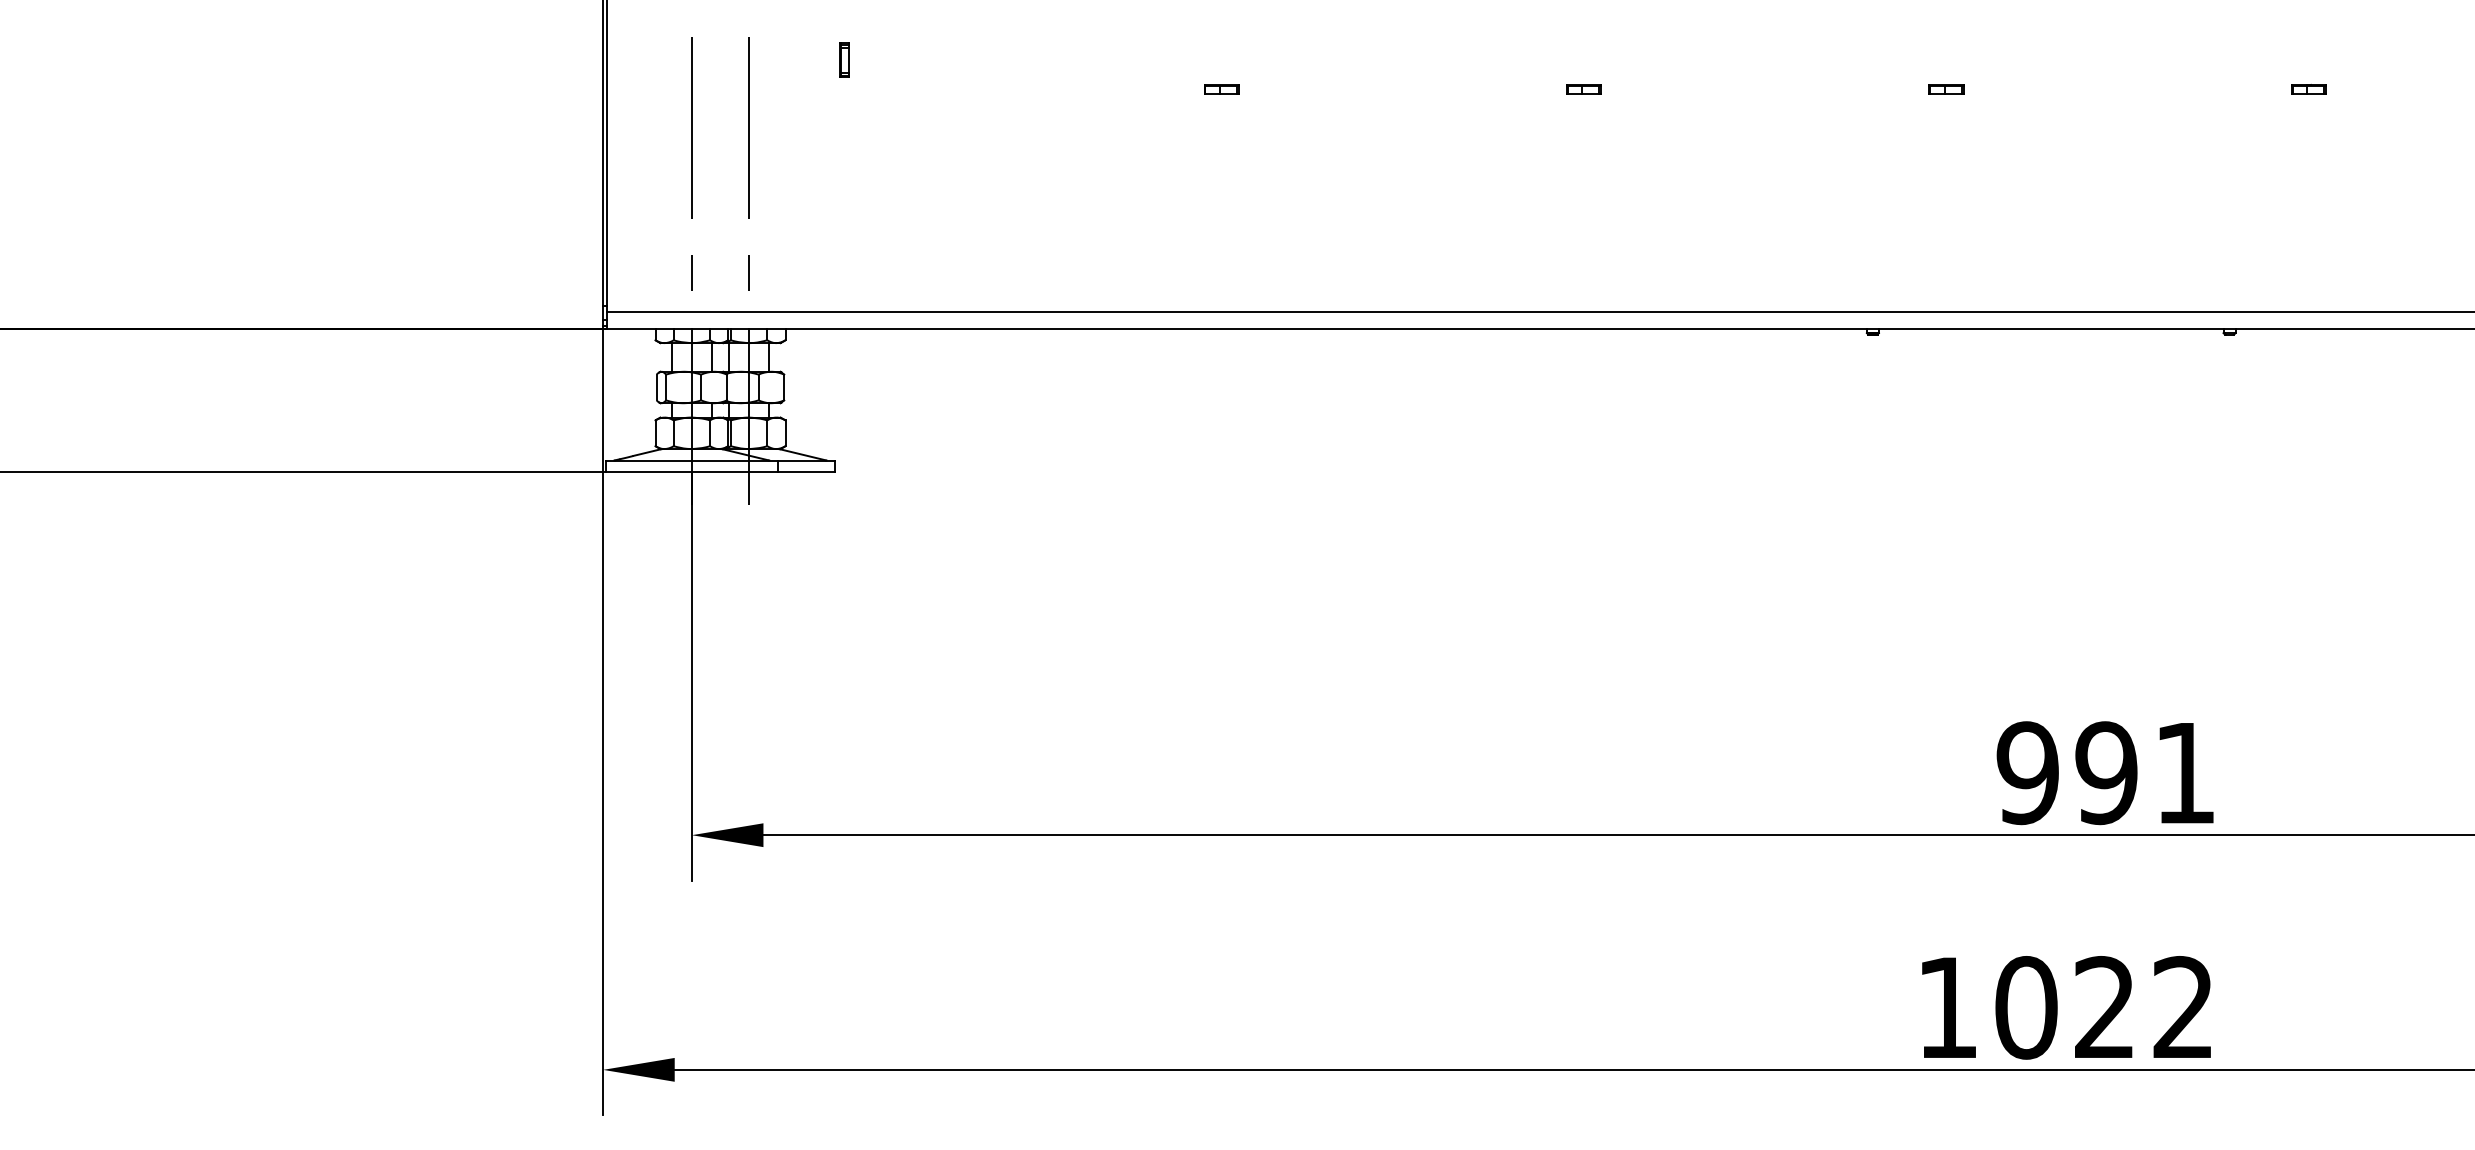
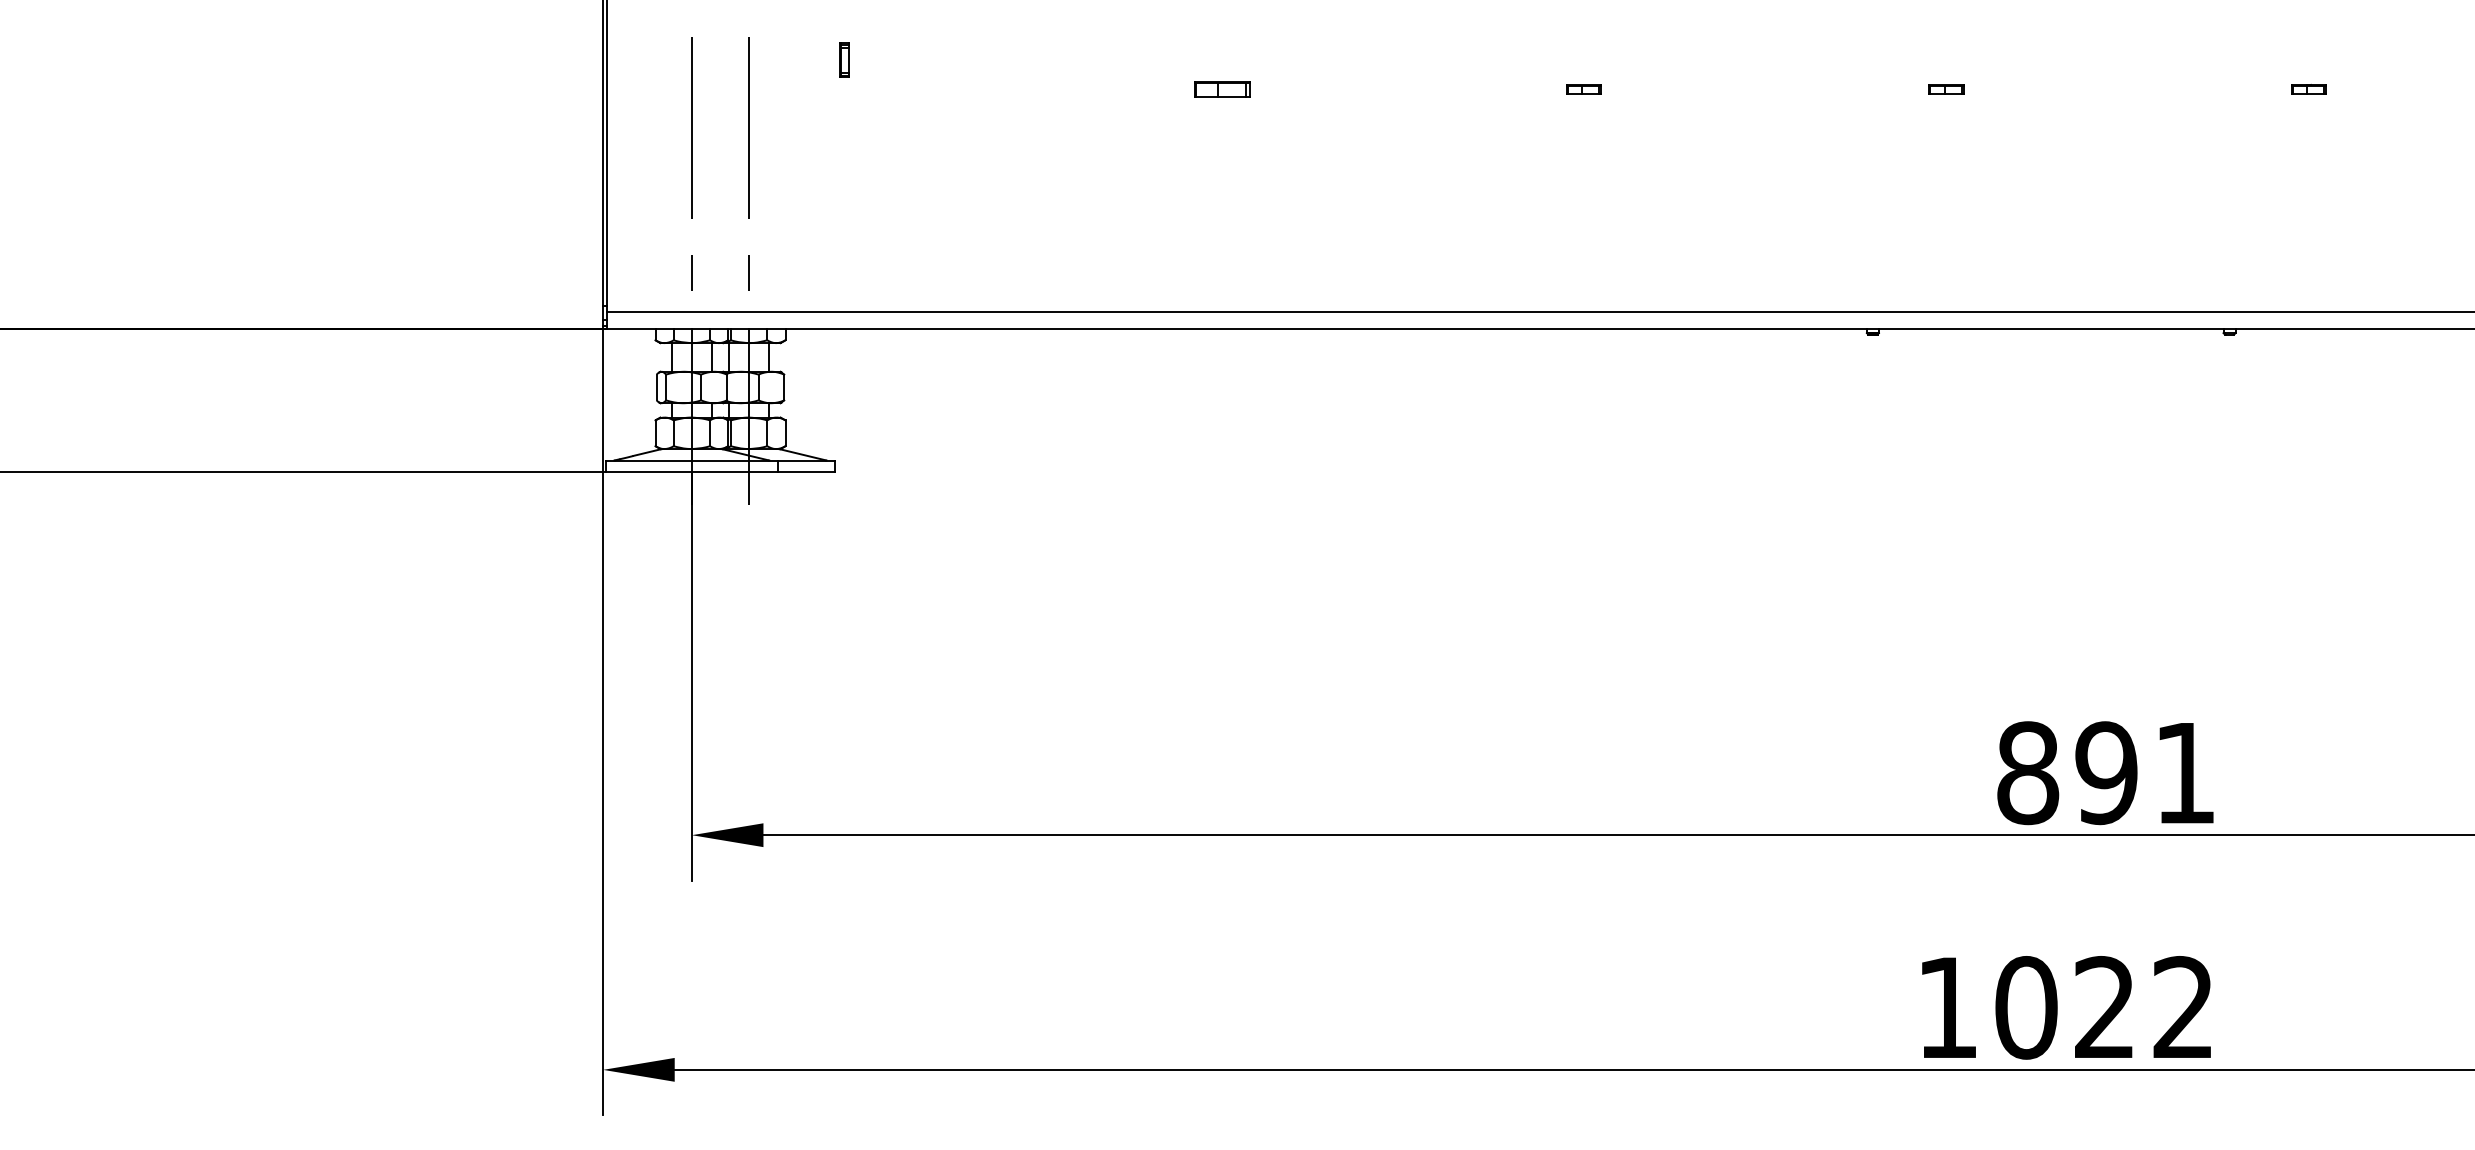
part at (1221, 89) size: 36x11 px -> 57x17 px
text at (2027, 773): 991 -> 891
